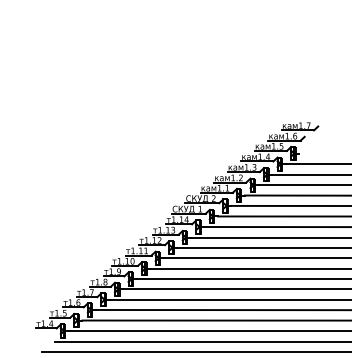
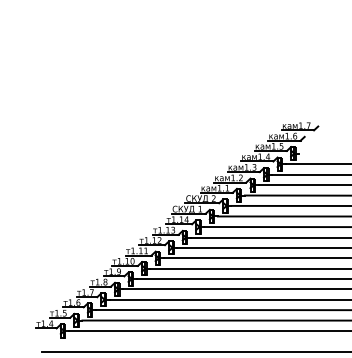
line at (201, 341): present -> none
